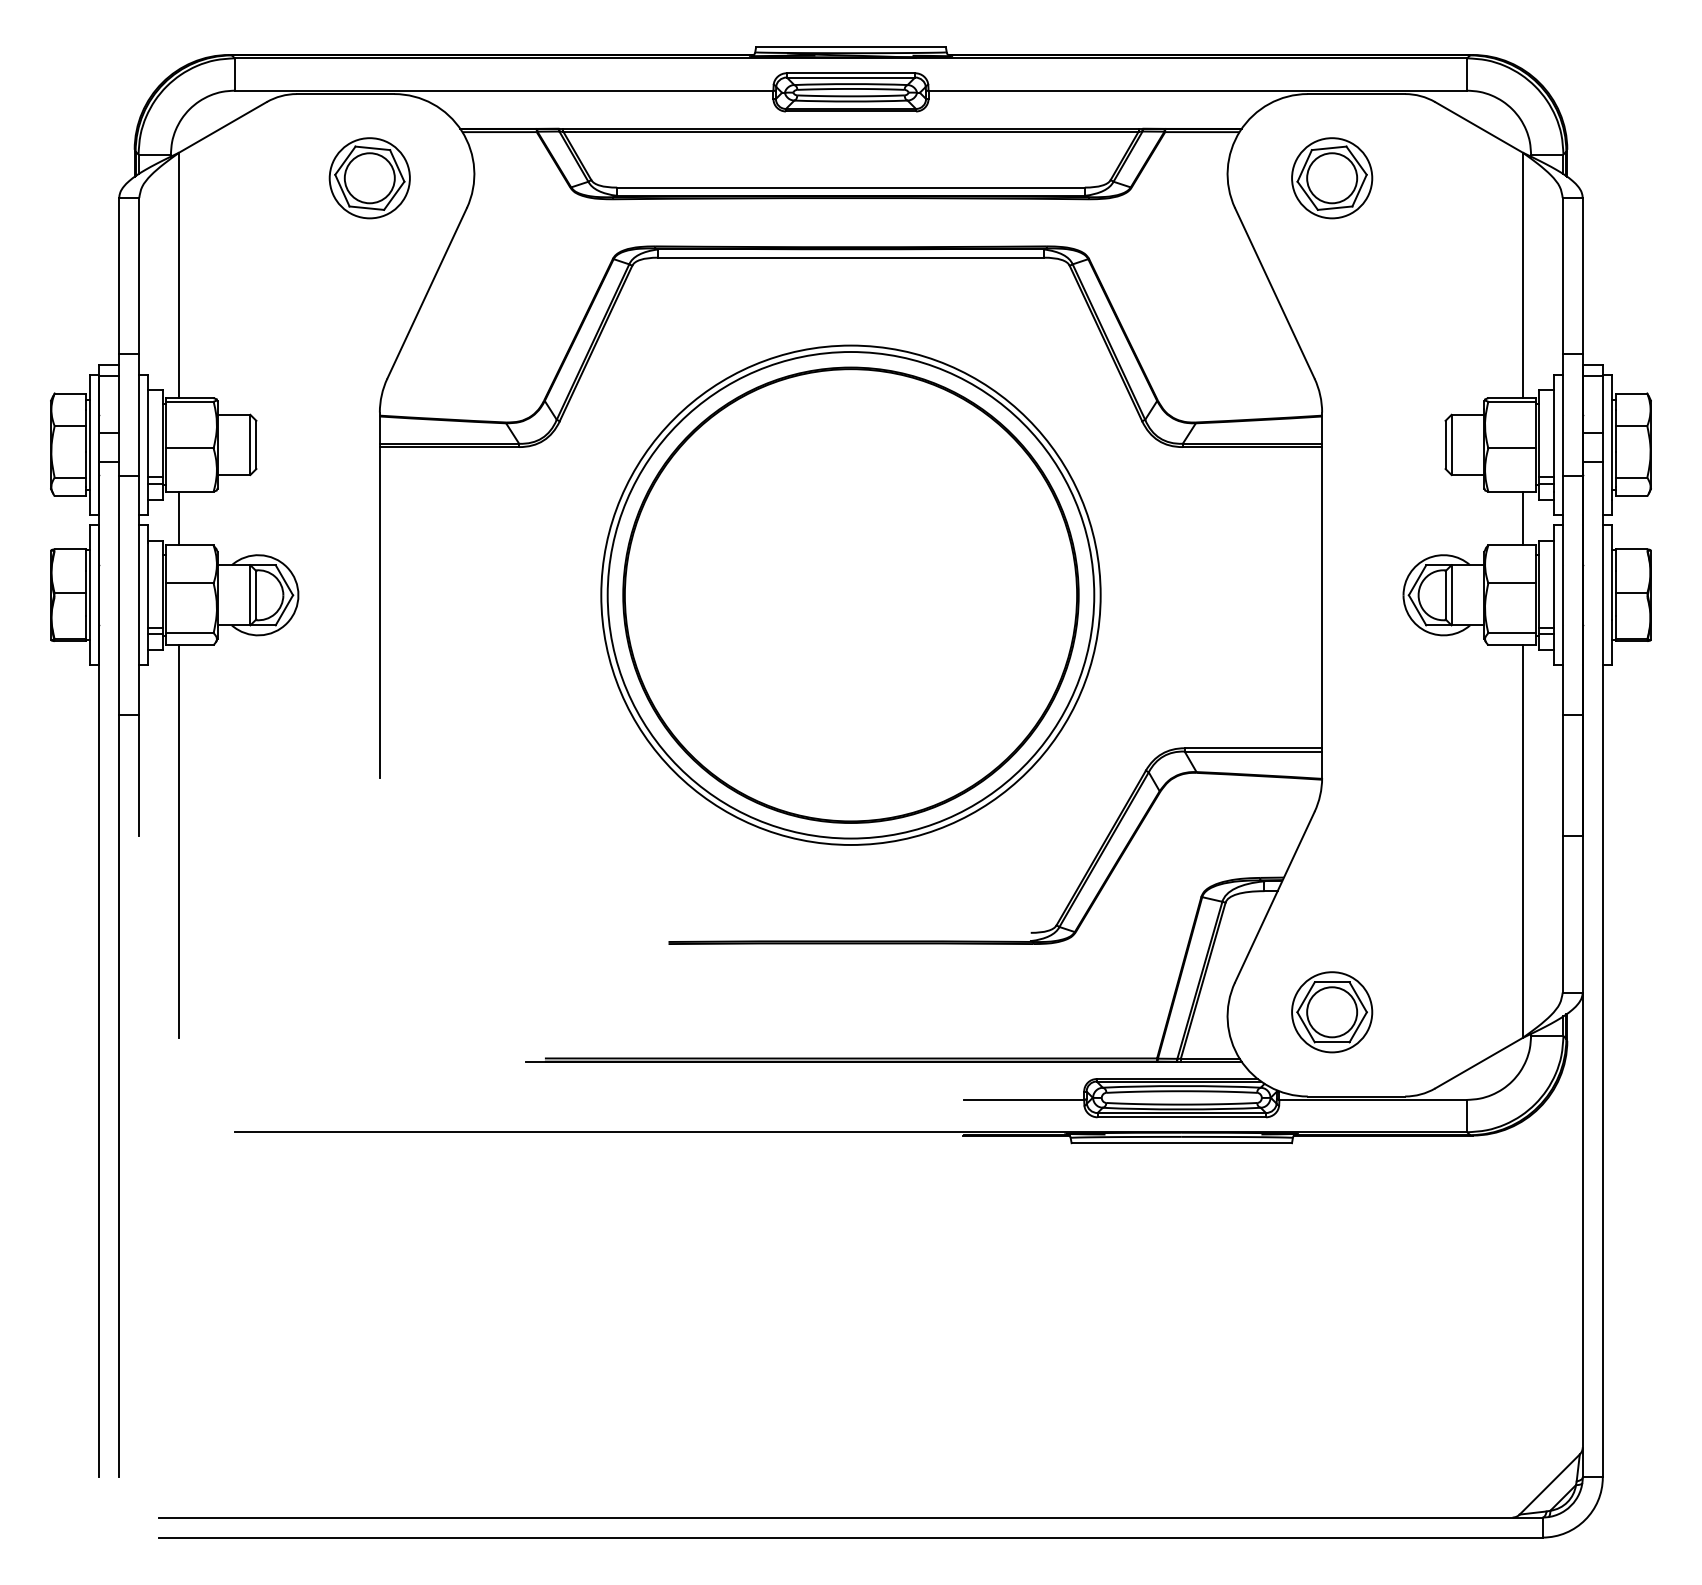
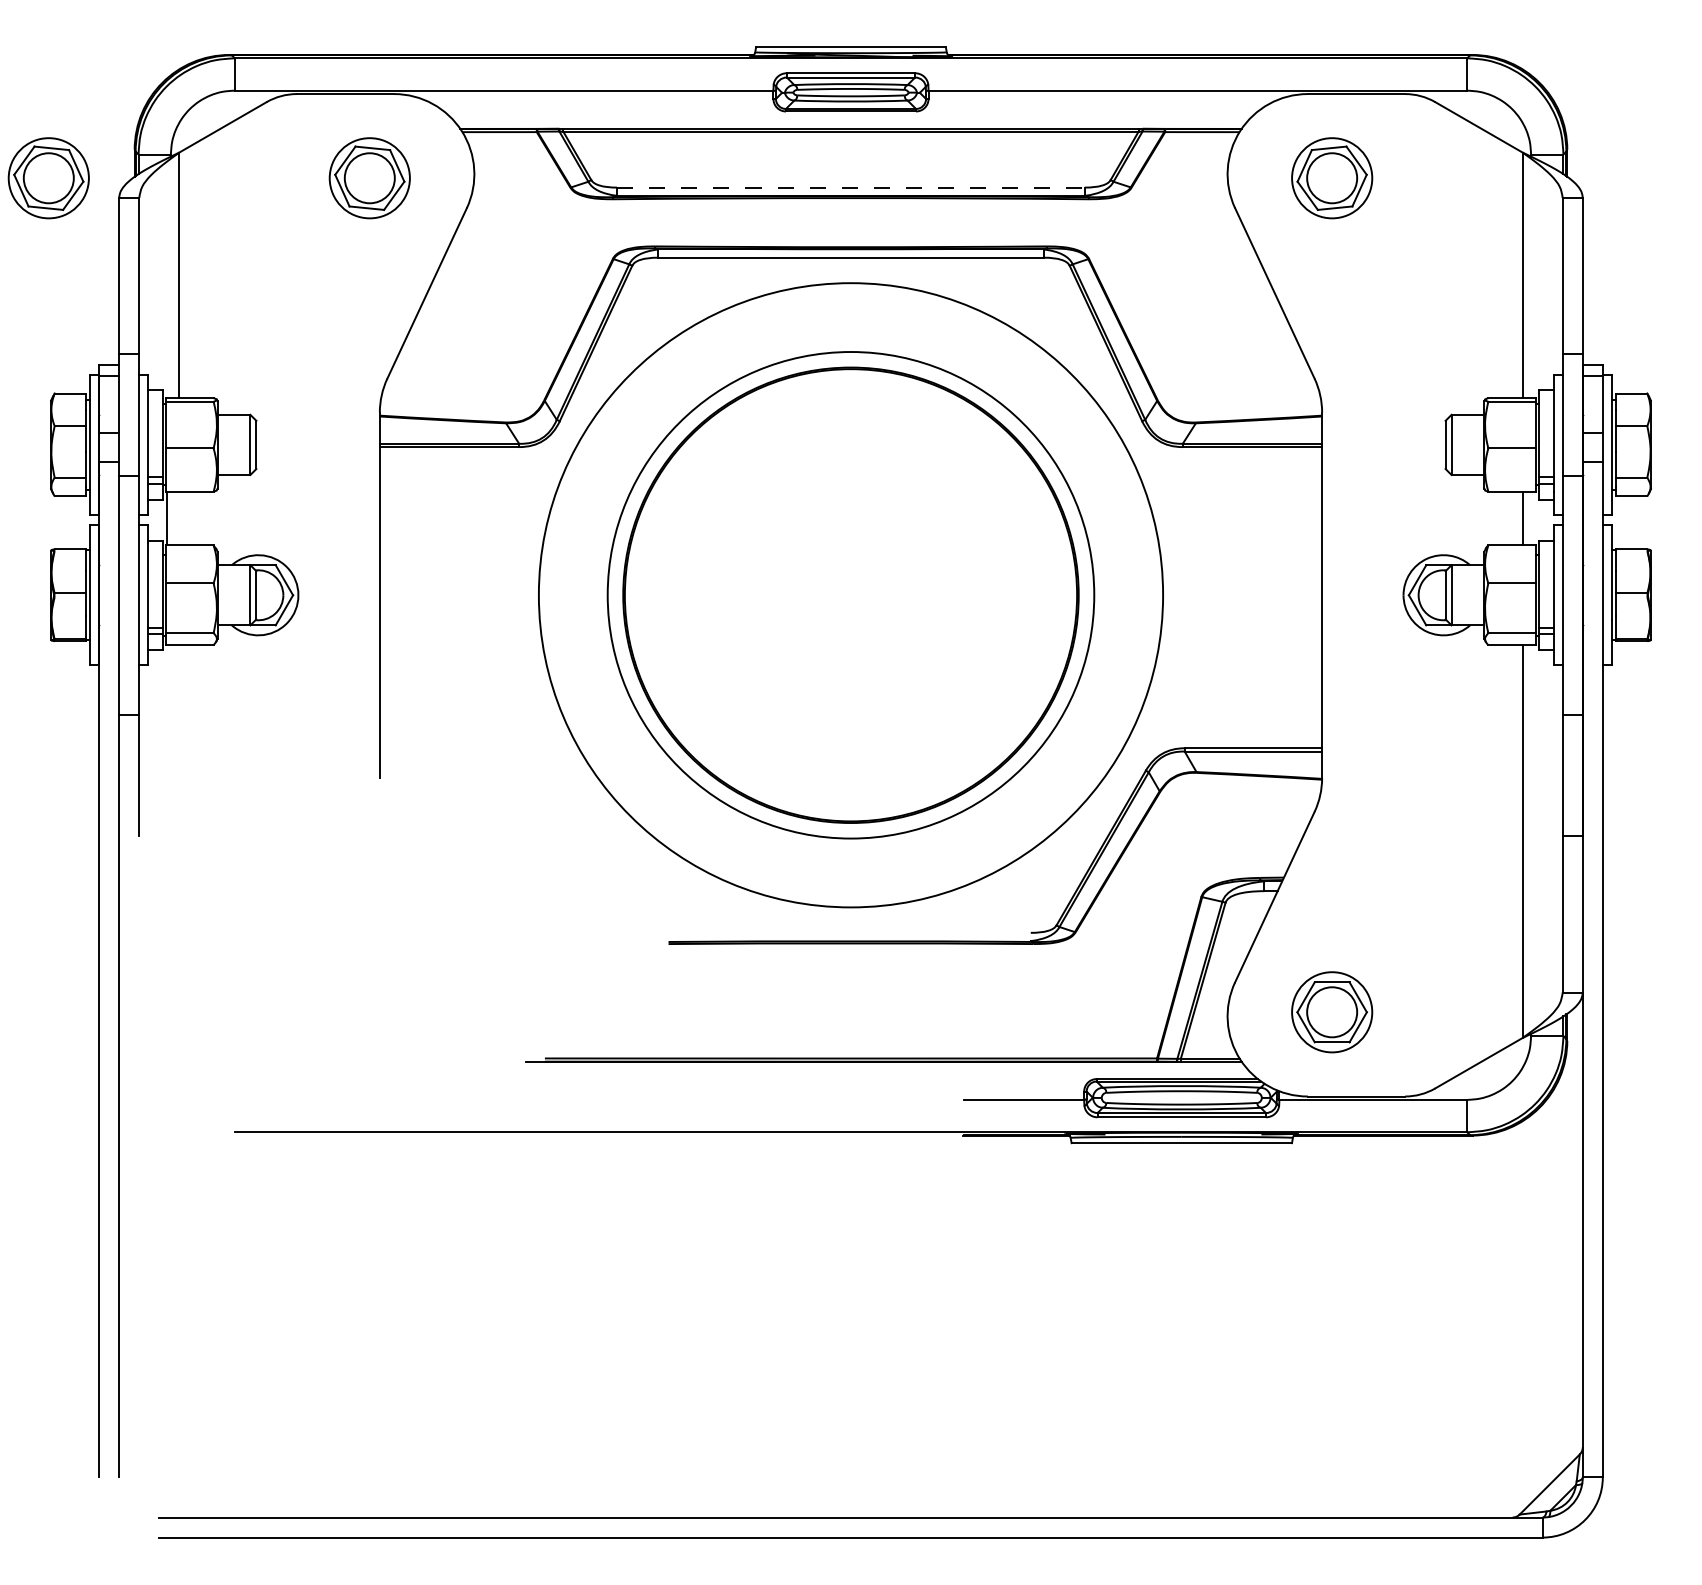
part at (48, 178): none -> present
line at (850, 187): solid -> dashed
line at (179, 518) position: (179, 518) -> (167, 518)
circle at (850, 594) diameter: 499 px -> 624 px
line at (179, 841): present -> none
